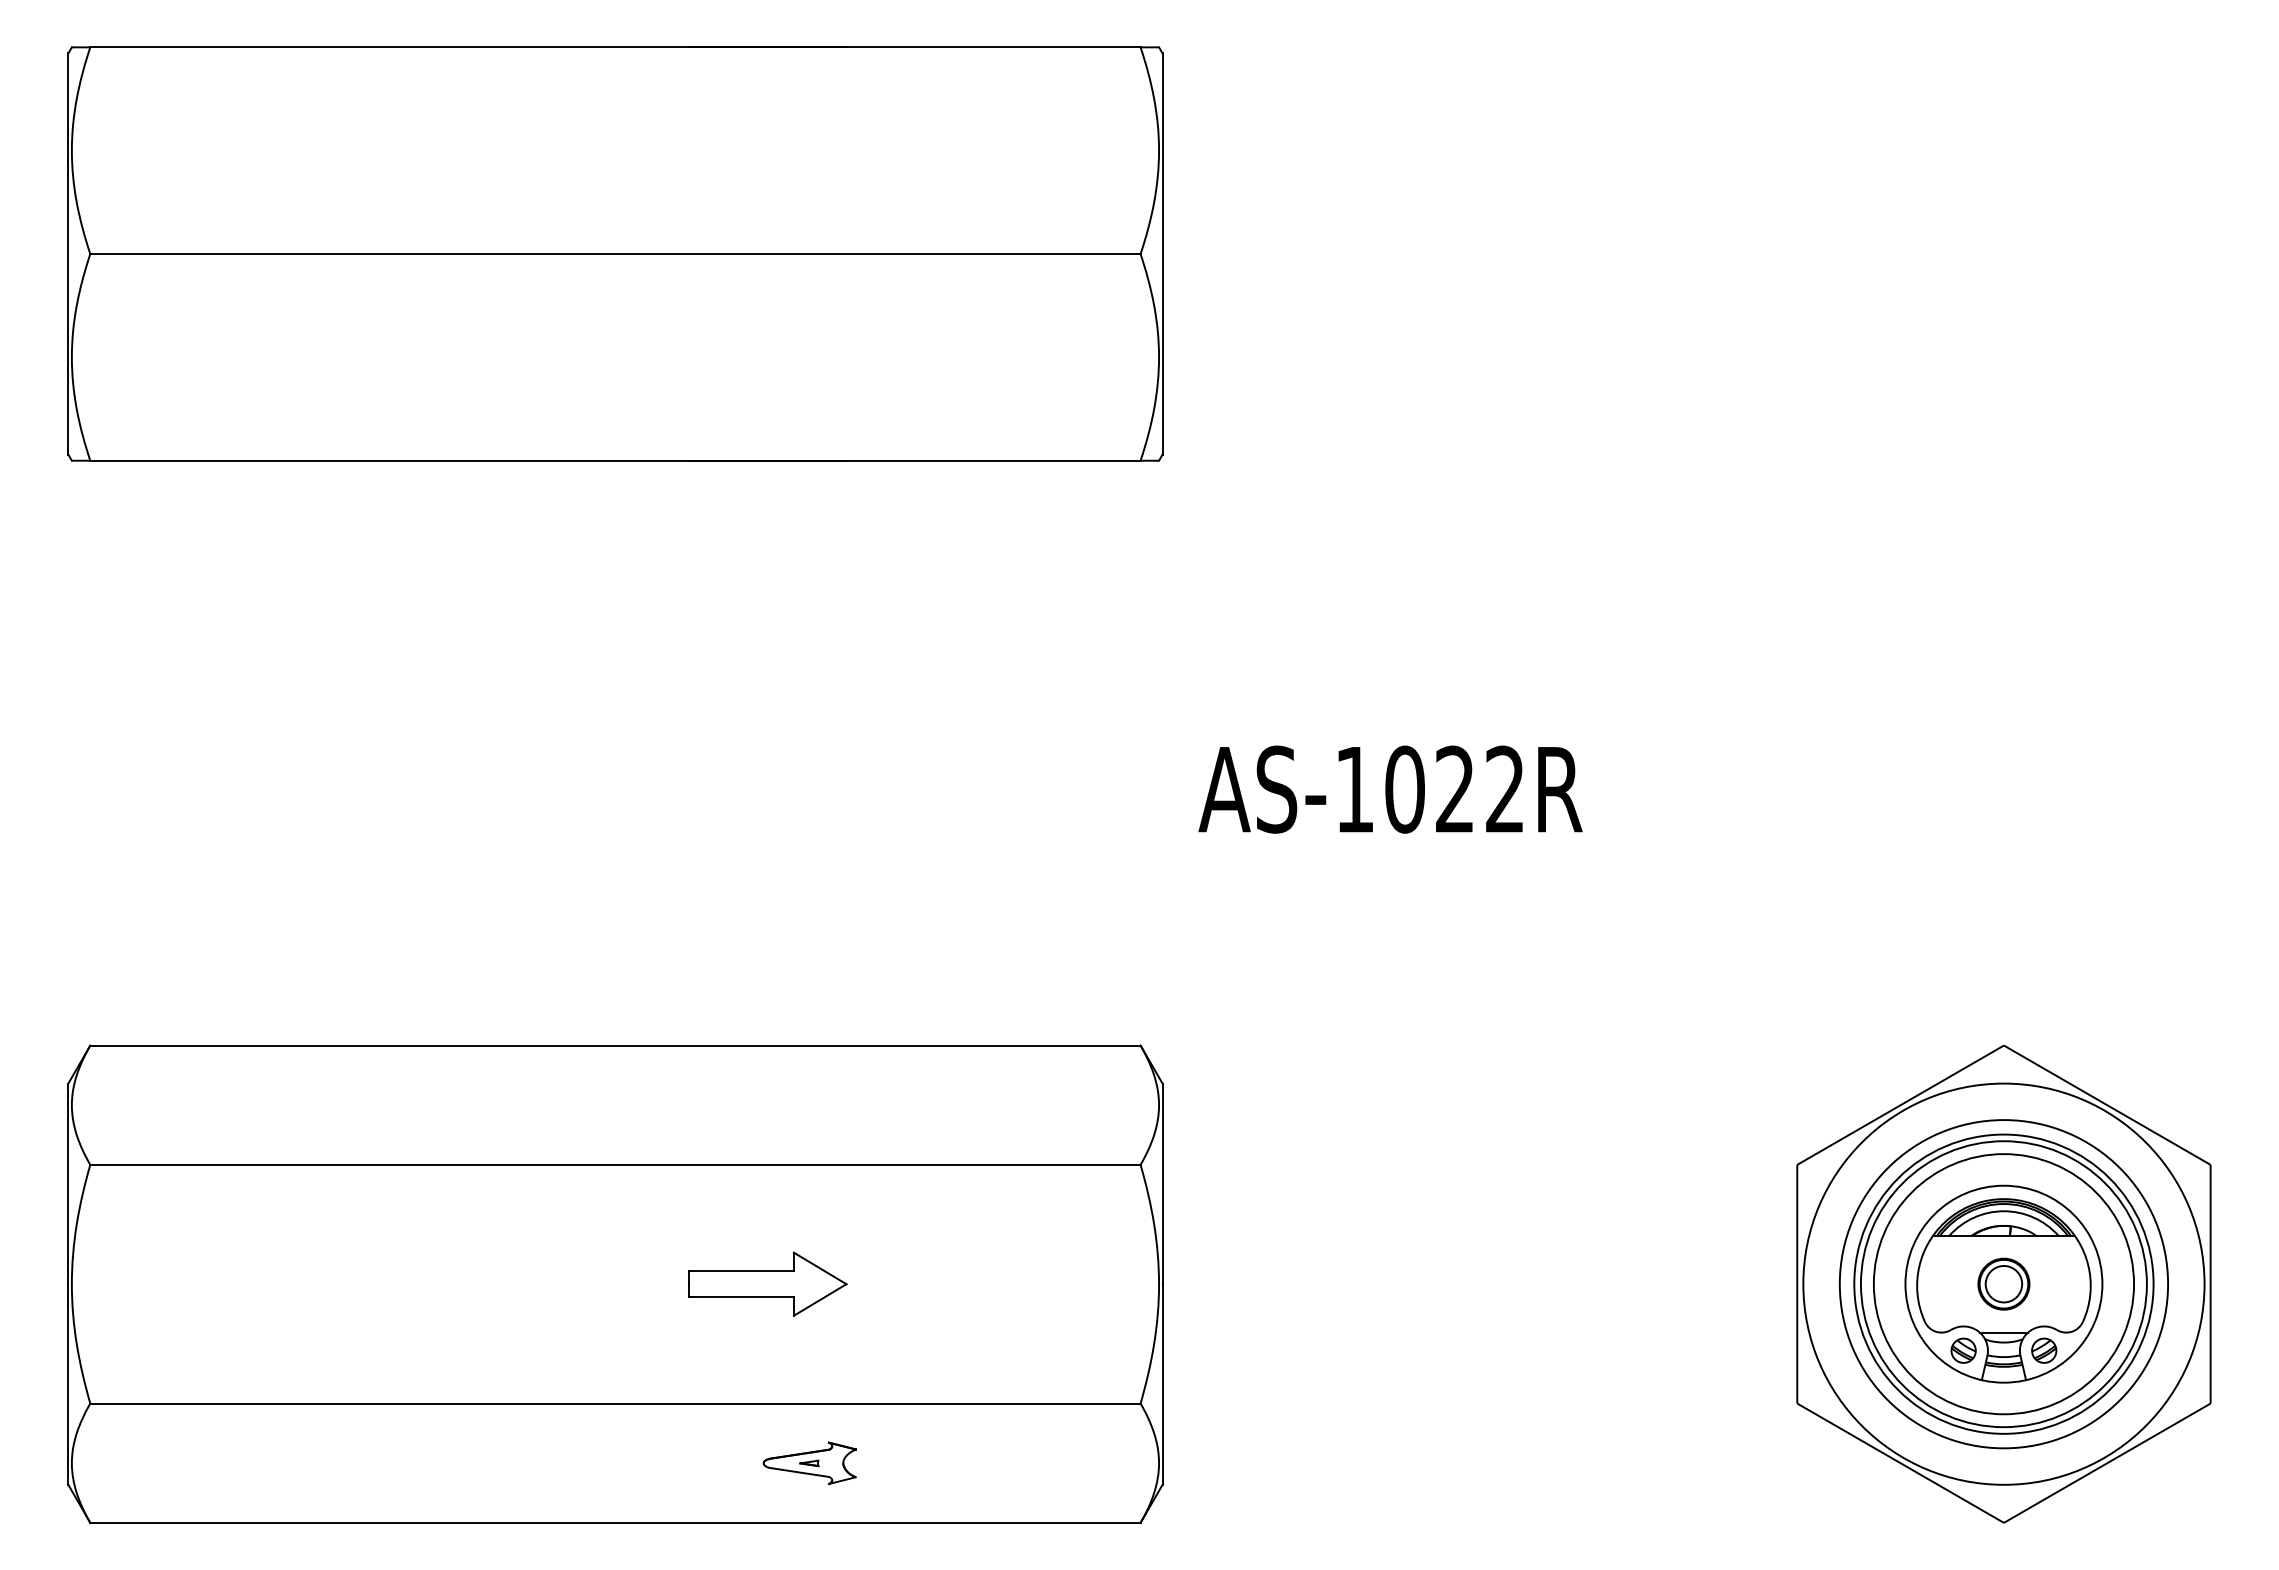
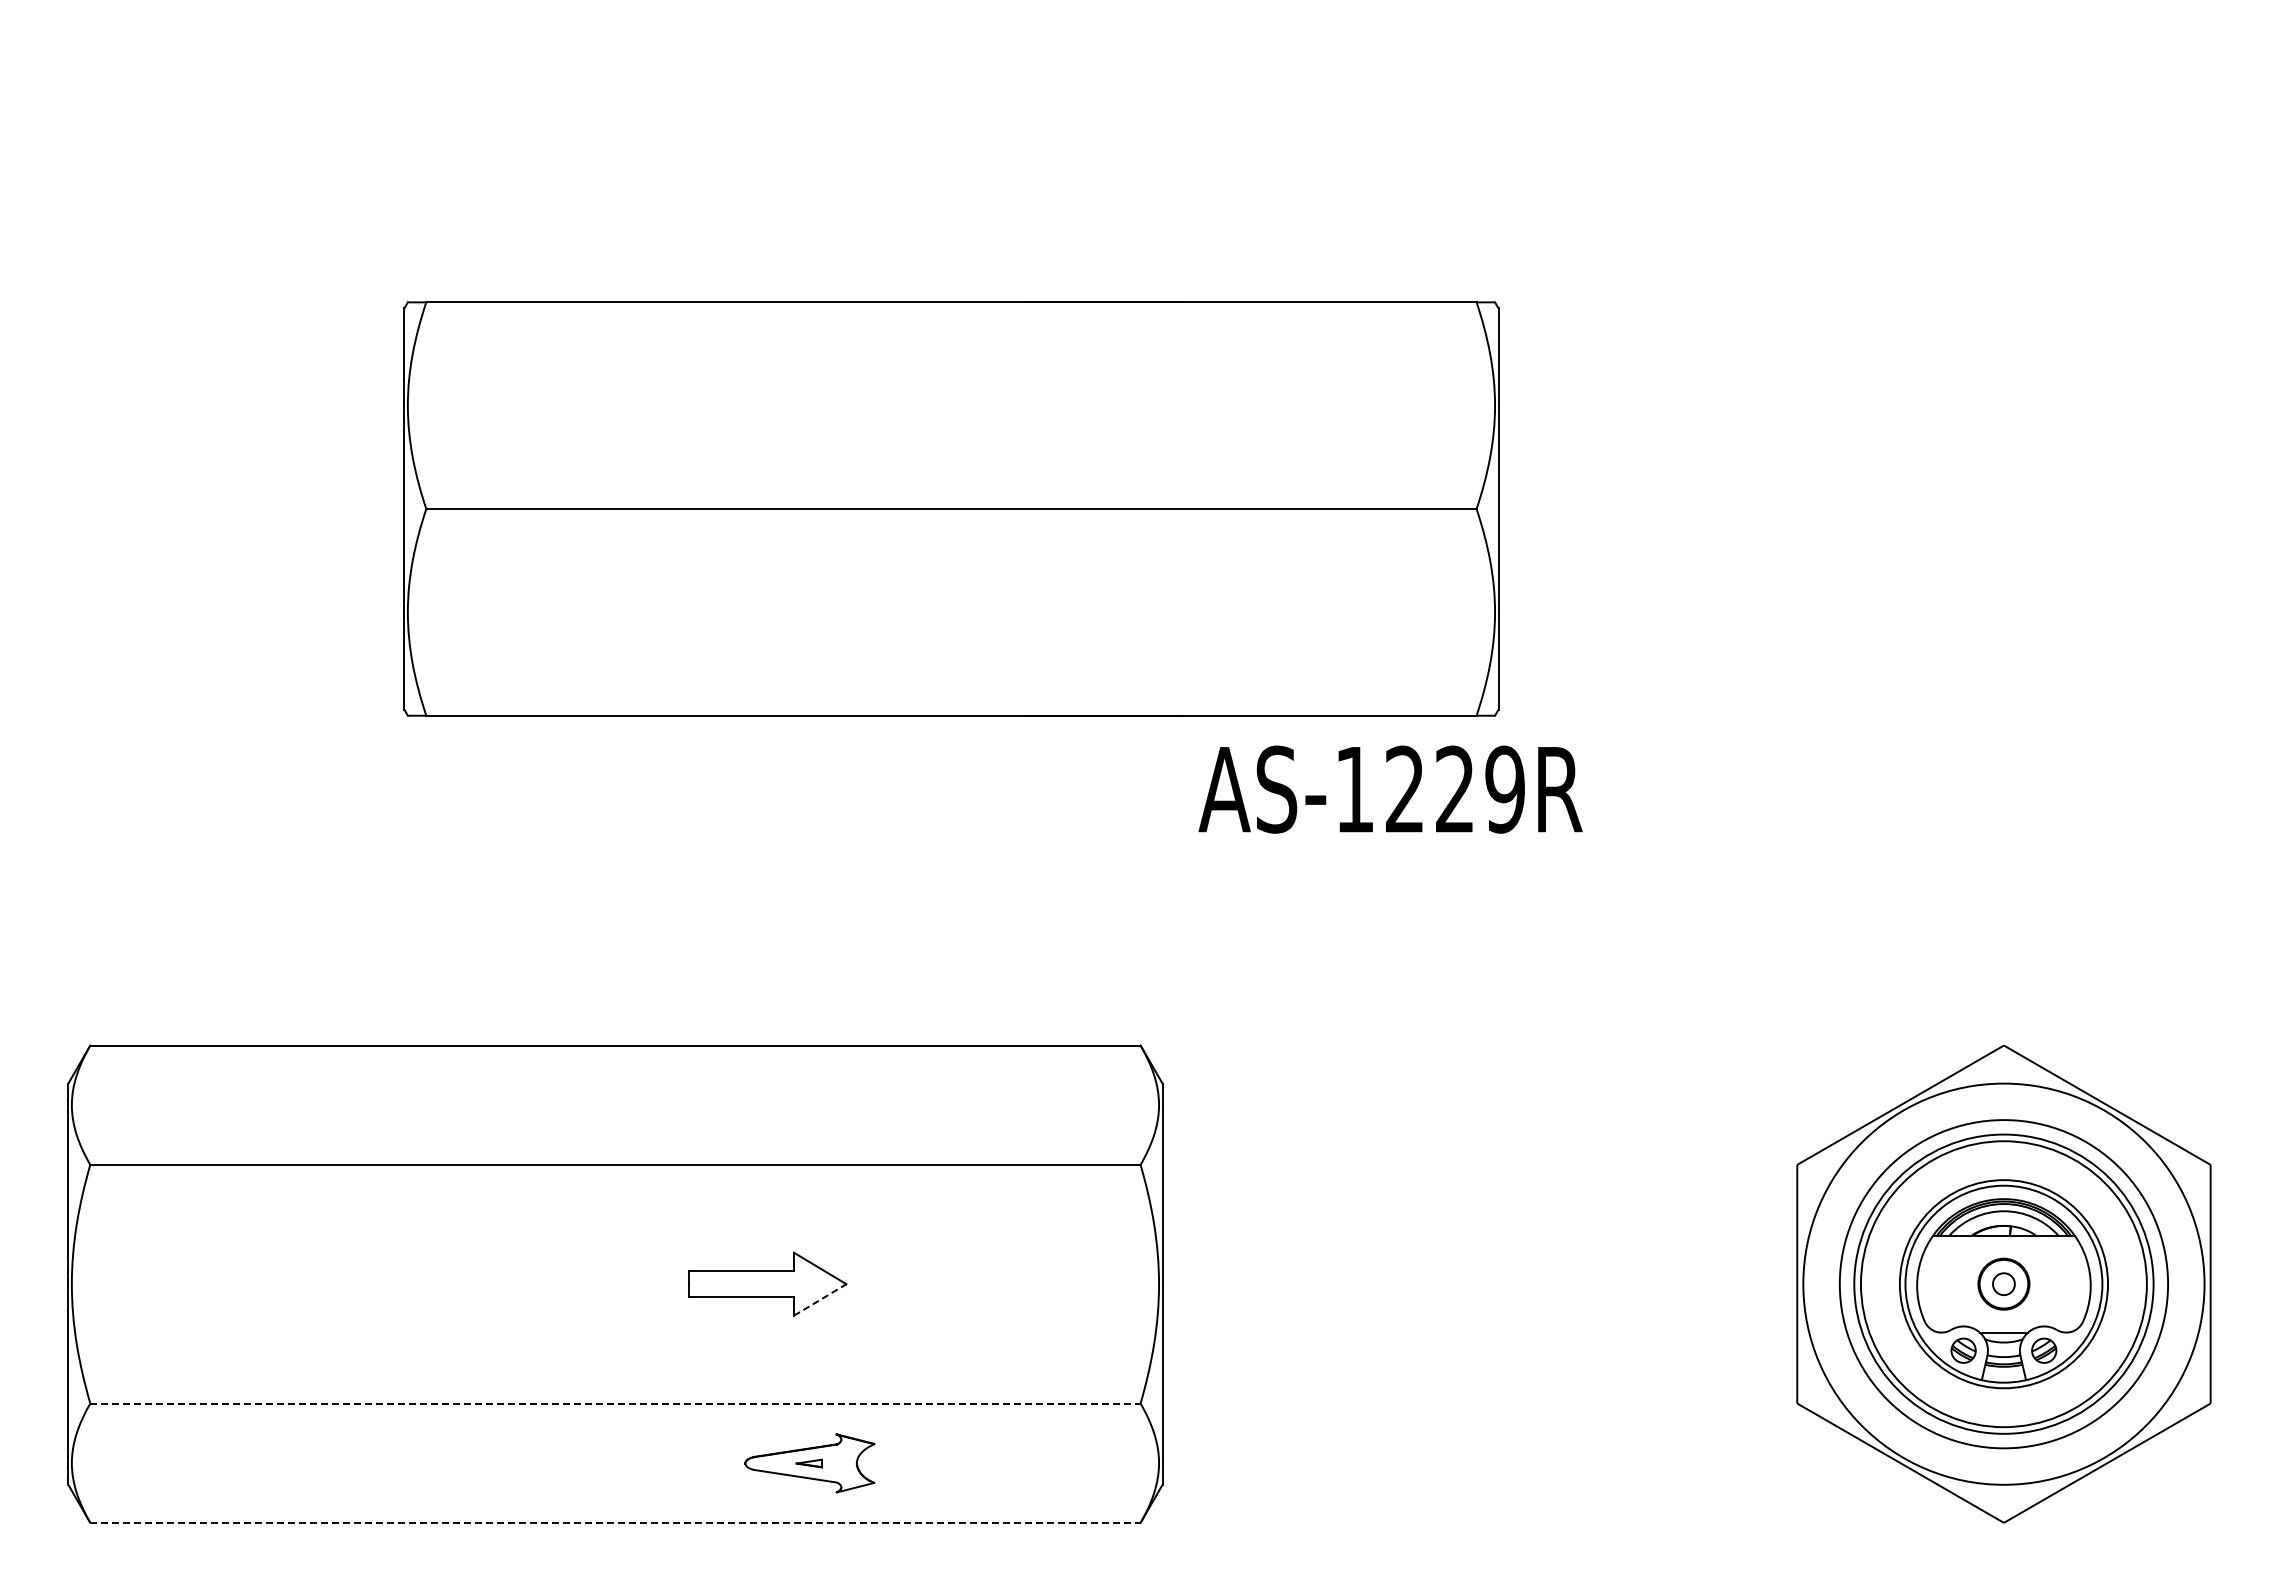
part at (615, 253) position: (615, 253) -> (951, 508)
text at (1454, 789): AS-1022R -> AS-1229R
circle at (2003, 1283) diameter: 36 px -> 22 px
circle at (2003, 1284) diameter: 260 px -> 208 px
line at (820, 1299): solid -> dashed
line at (615, 1403): solid -> dashed
part at (809, 1462) size: 95x44 px -> 132x61 px
line at (615, 1522): solid -> dashed
